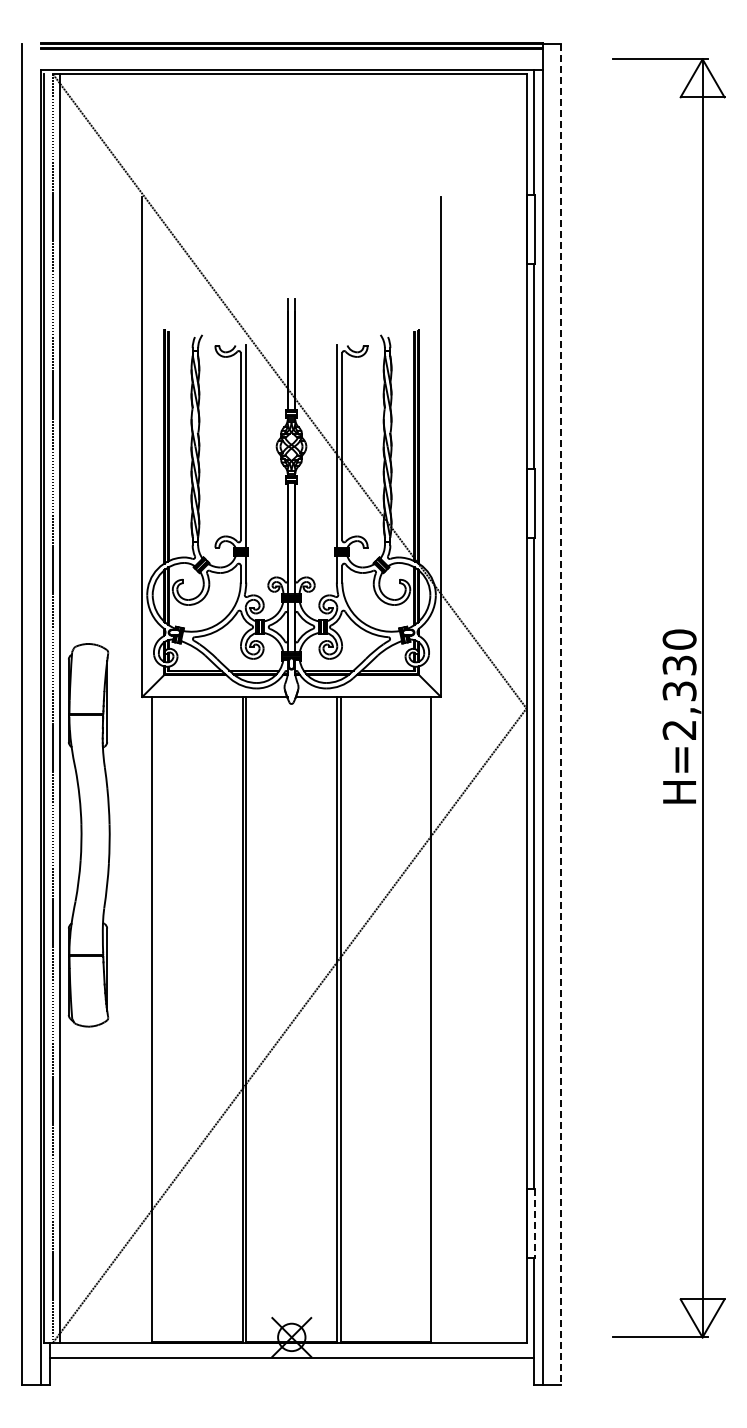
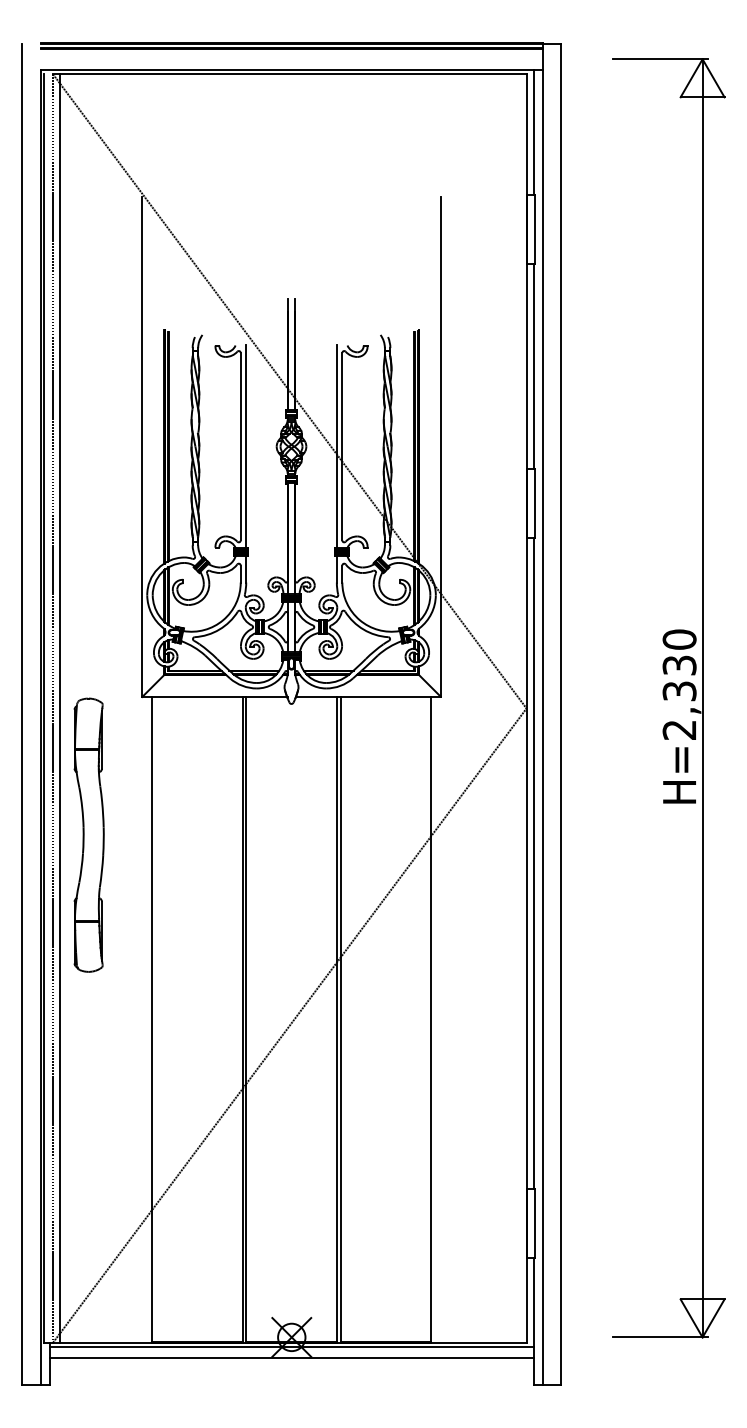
line at (561, 714): dashed -> solid
part at (88, 835) size: 44x385 px -> 32x276 px
line at (535, 1223): dashed -> solid
line at (291, 1347): none -> present
